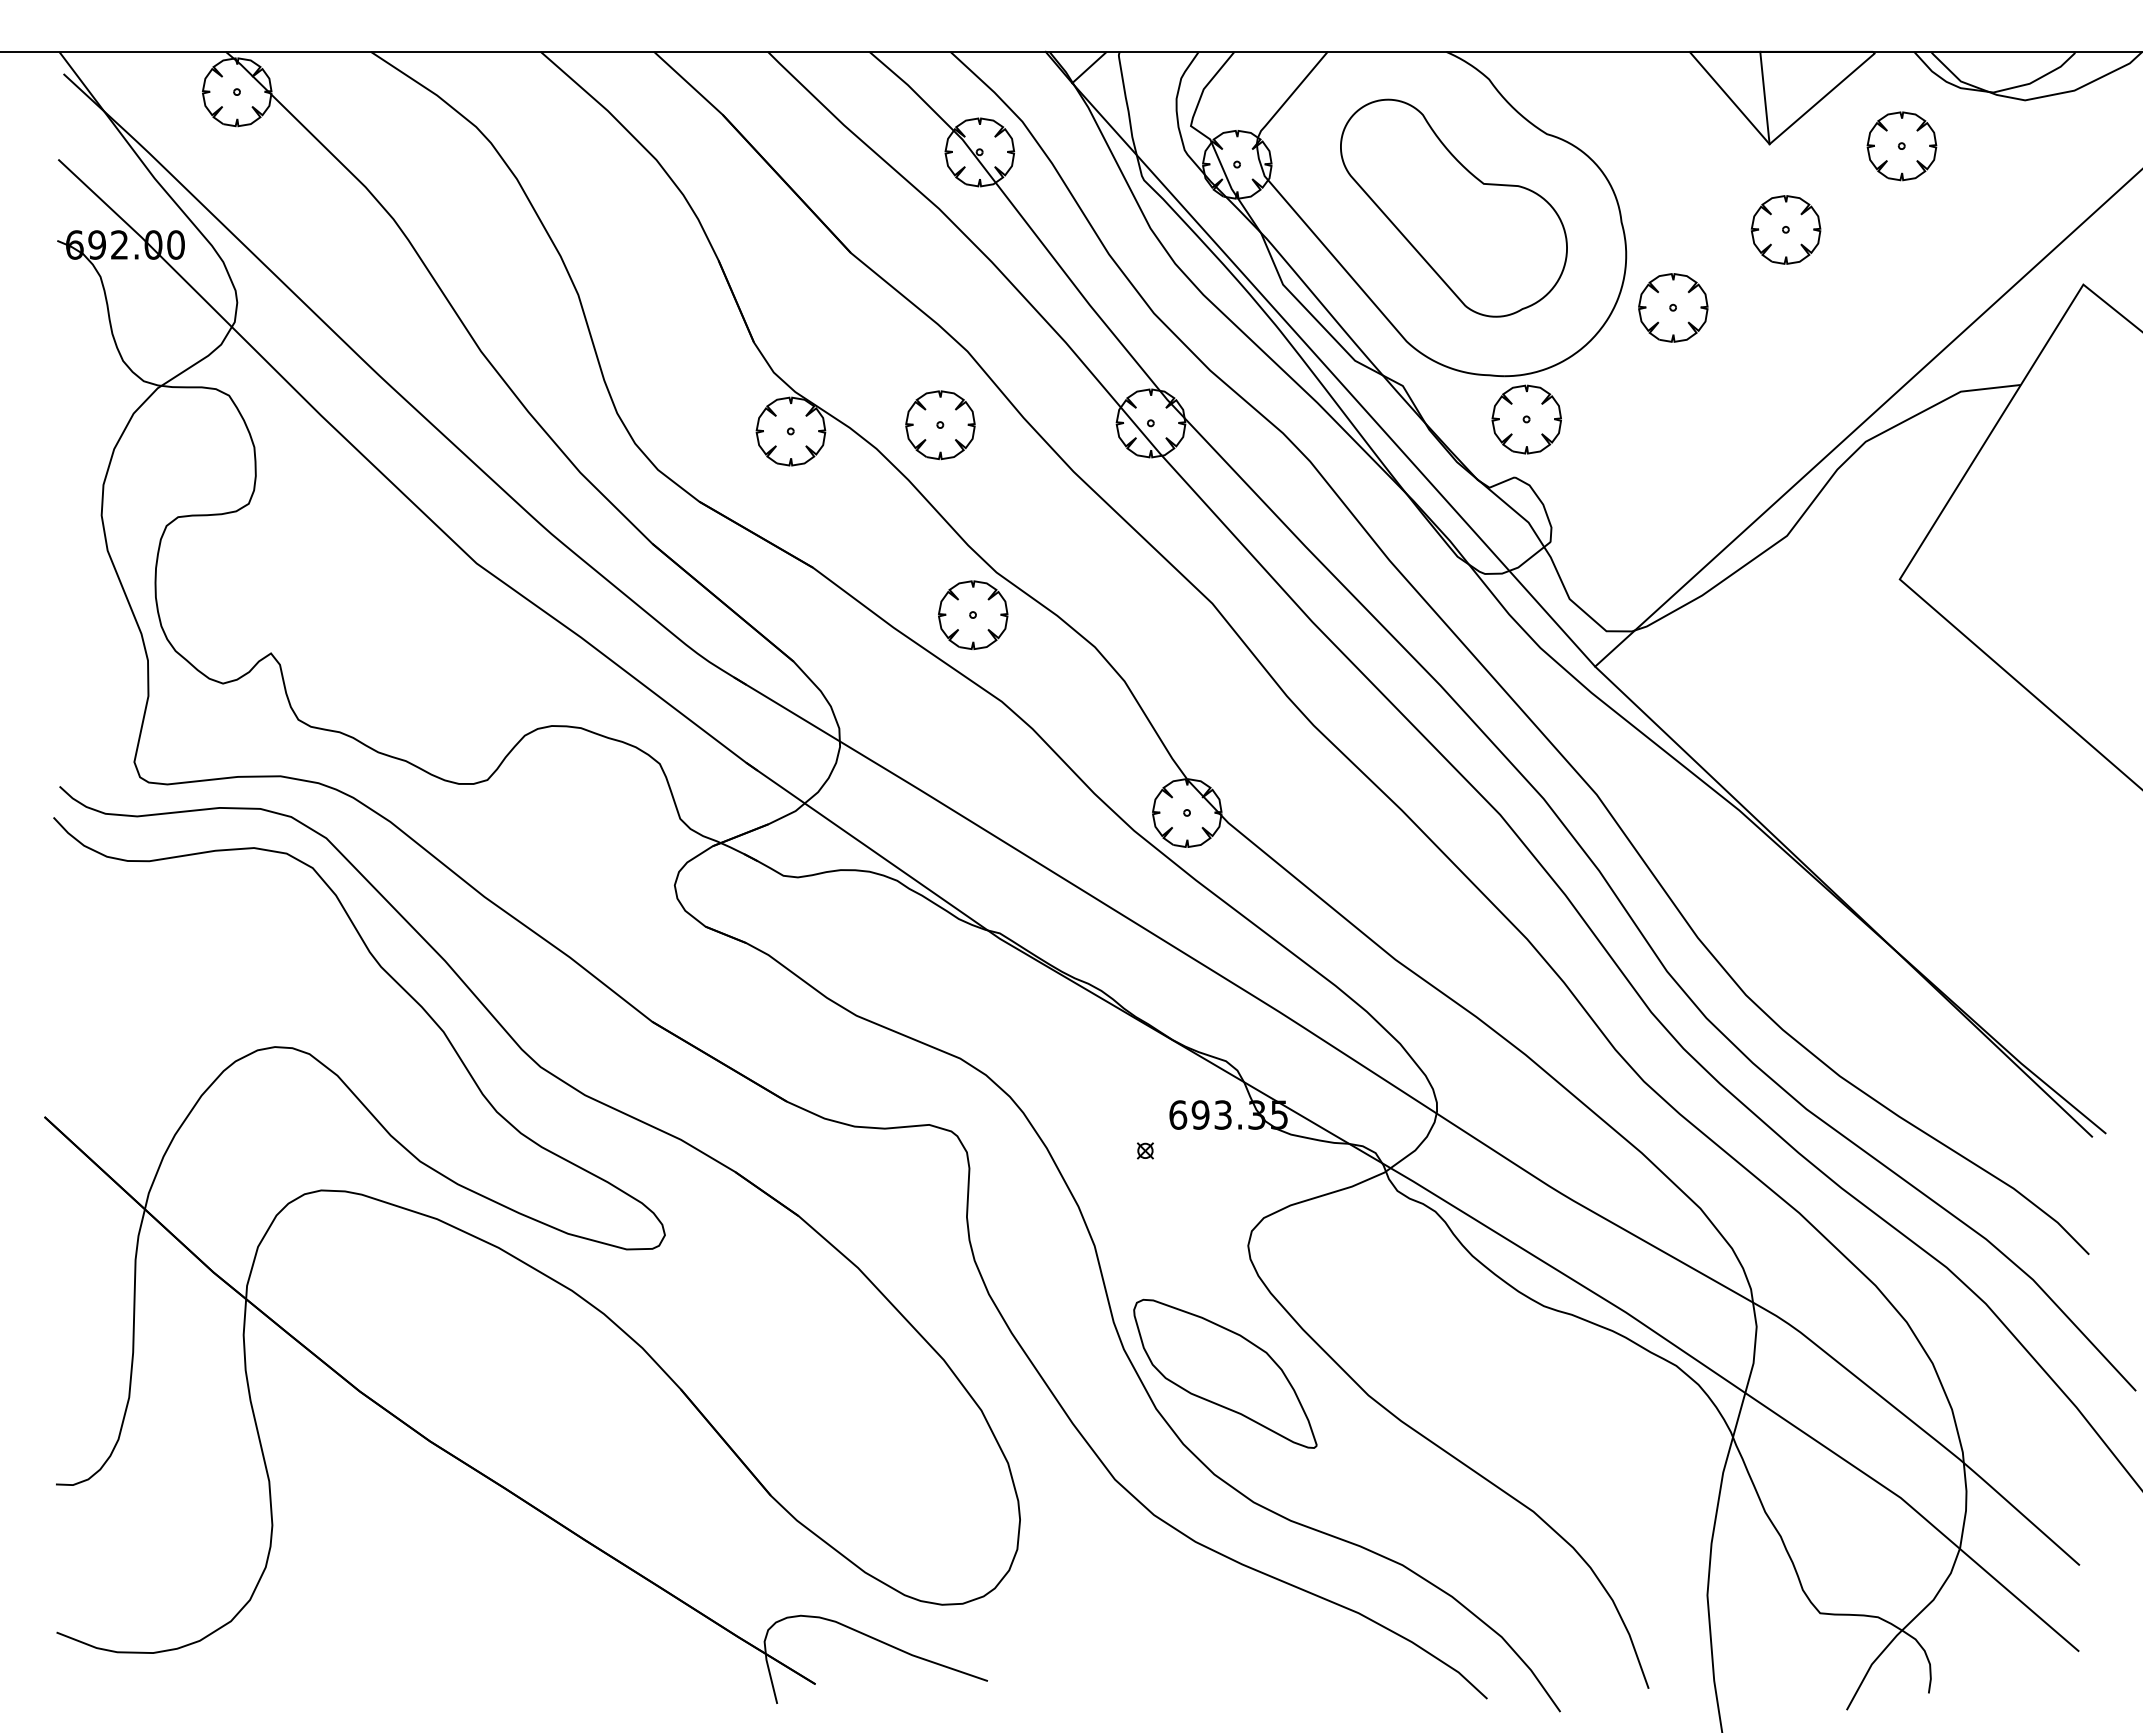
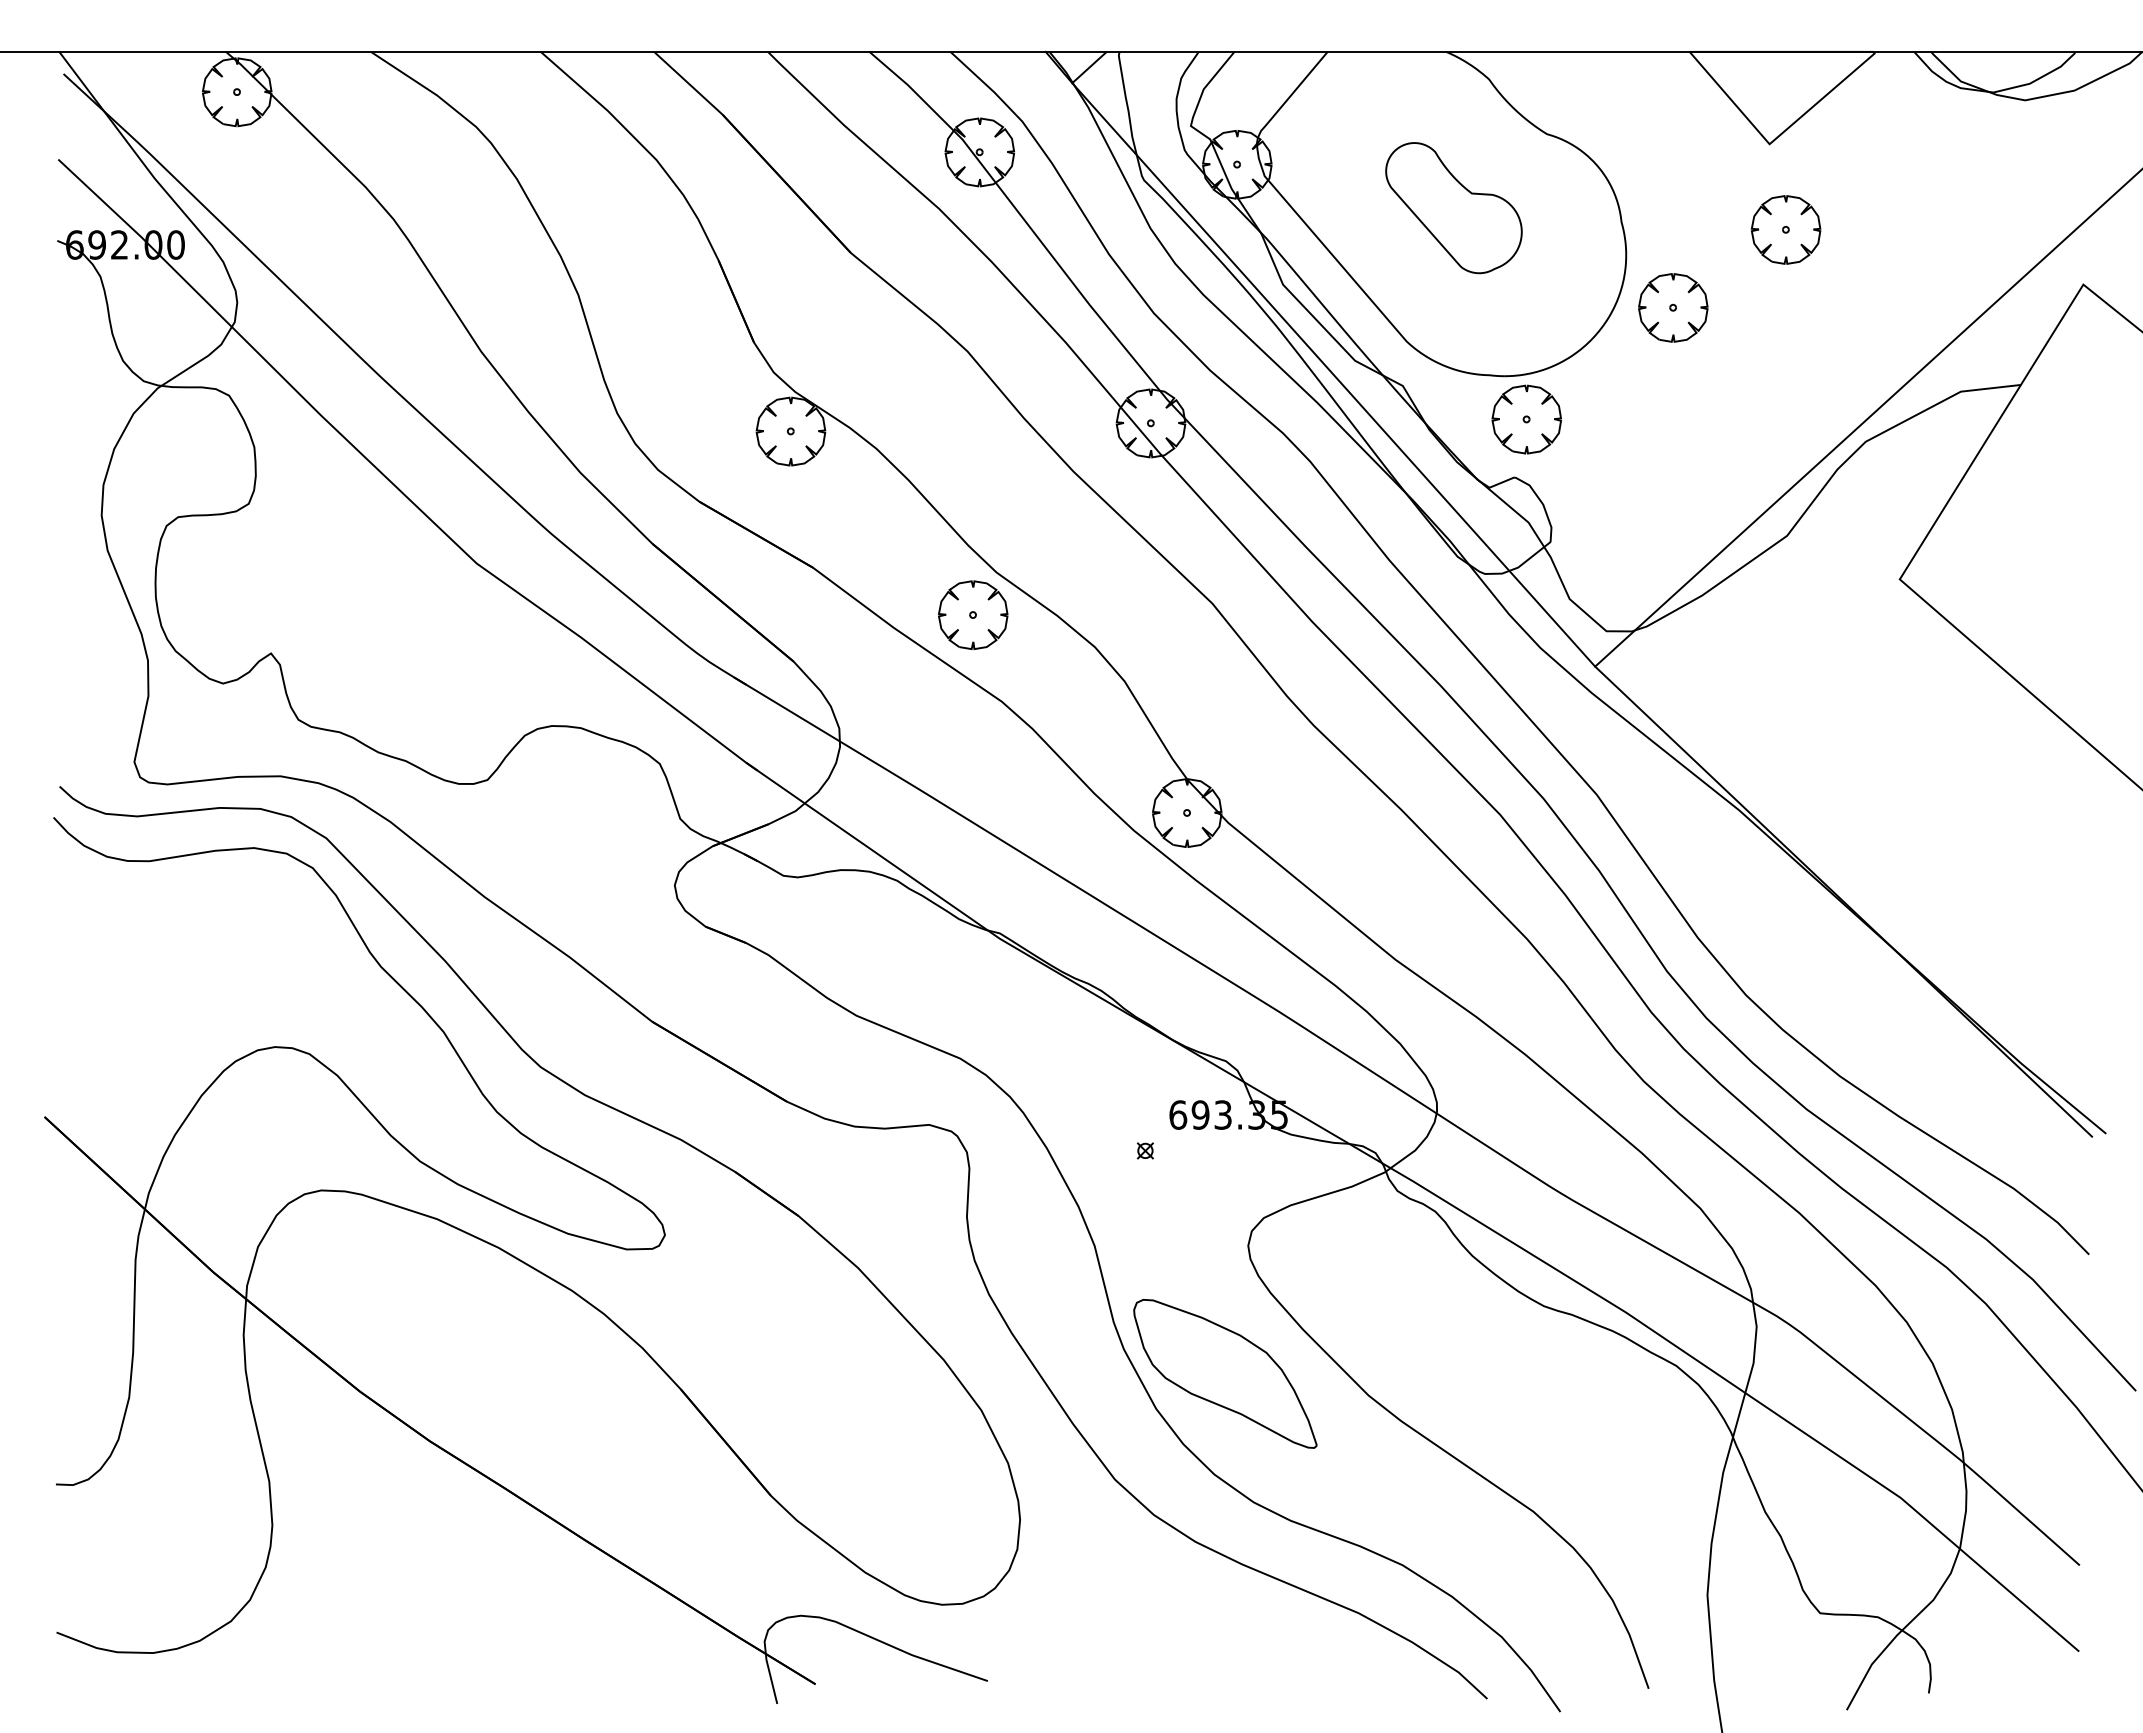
line at (1764, 97): present -> none
part at (1901, 146): present -> none
part at (1453, 207) size: 228x220 px -> 138x133 px
part at (940, 425): present -> none
